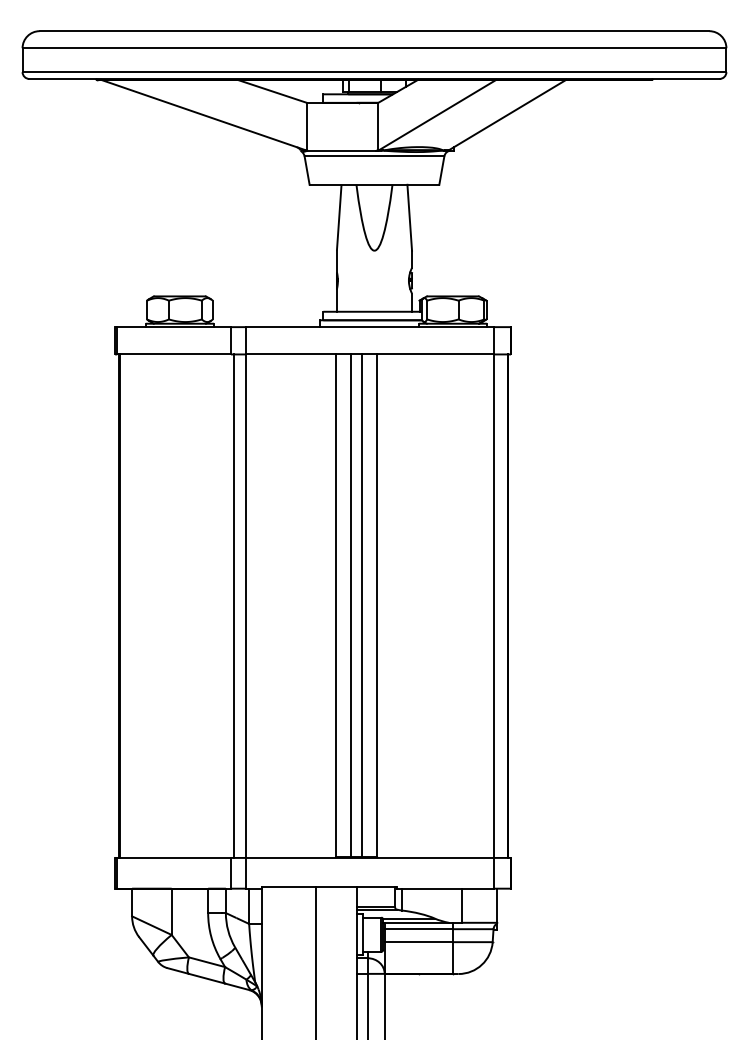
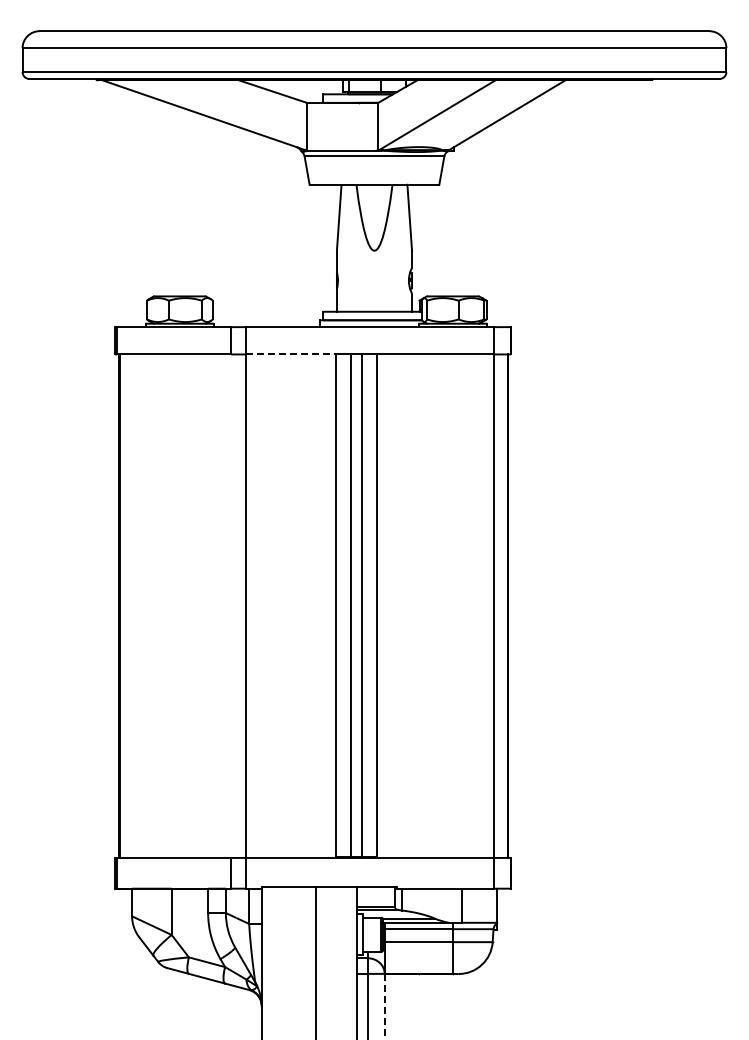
line at (291, 354): solid -> dashed
line at (234, 605): present -> none
line at (384, 1006): solid -> dashed
